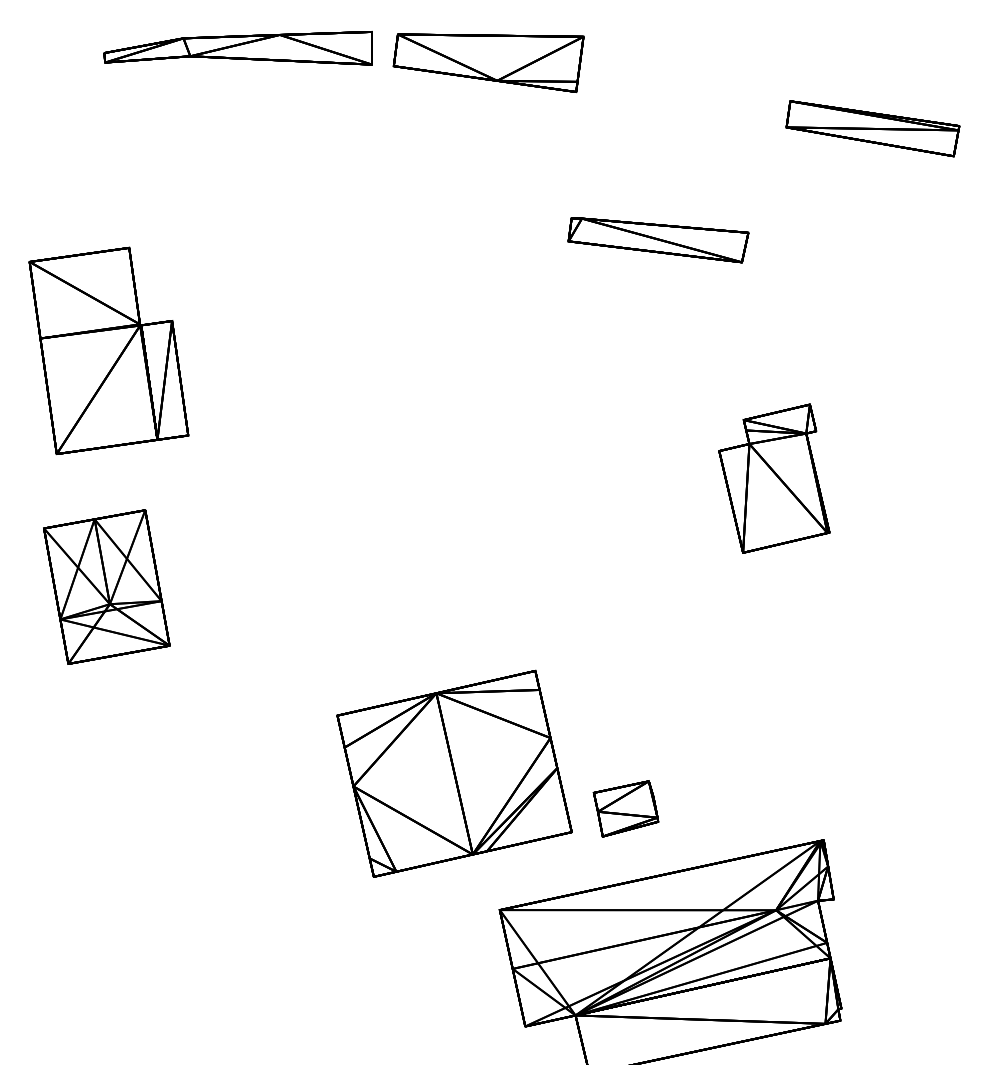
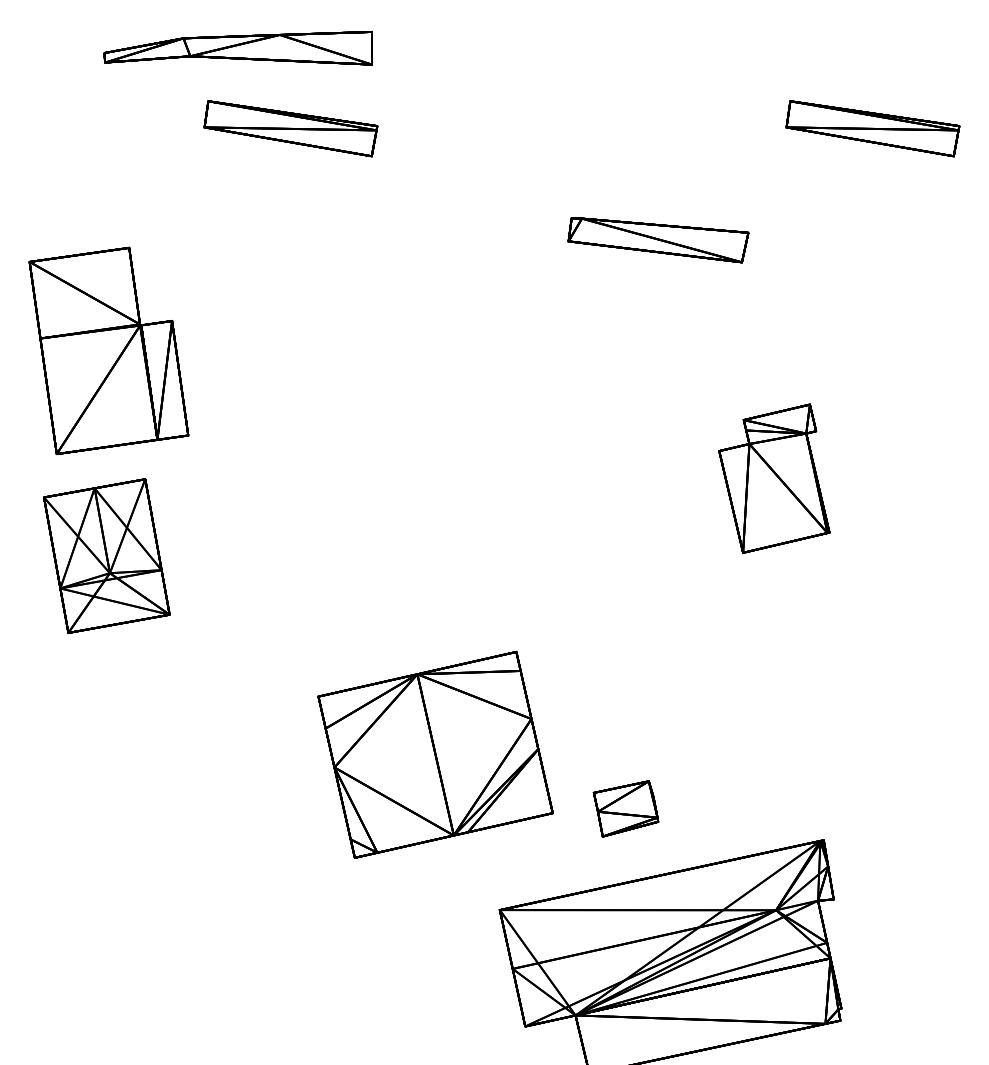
part at (488, 62): present -> none
part at (290, 128): none -> present
part at (106, 586) position: (106, 586) -> (106, 555)
part at (454, 773) position: (454, 773) -> (435, 754)
